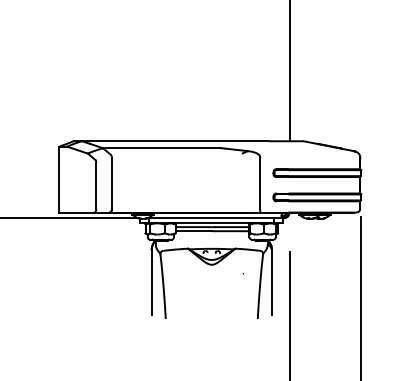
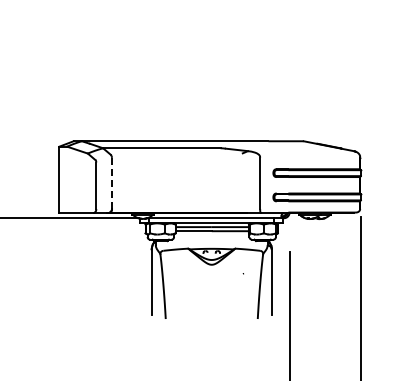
line at (289, 71): present -> none
line at (111, 183): solid -> dashed
